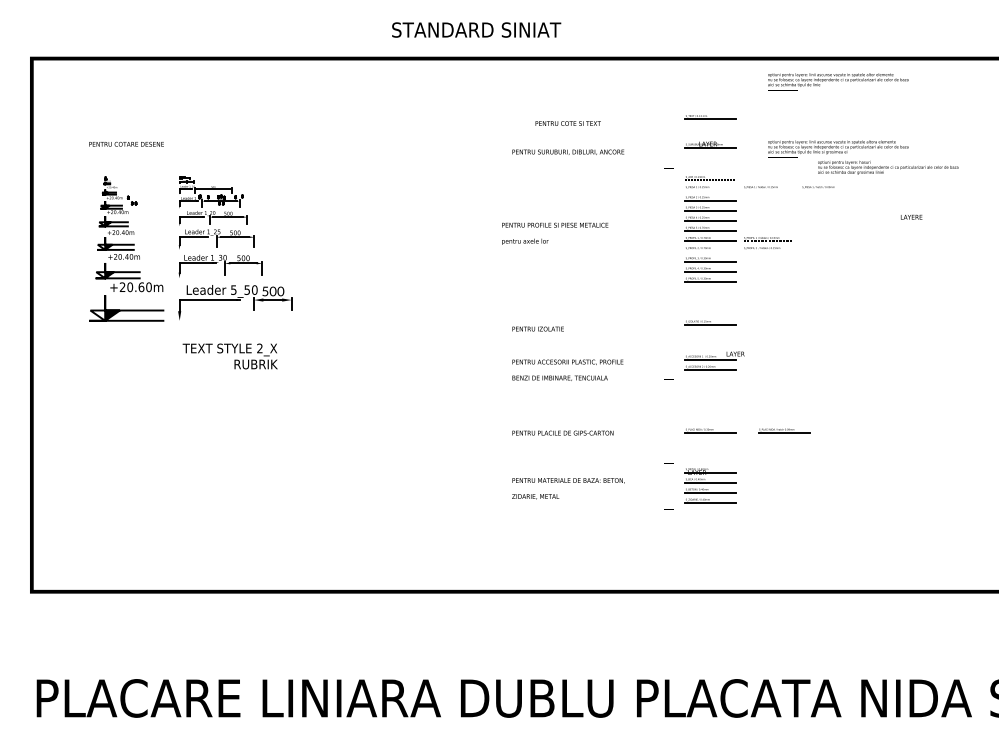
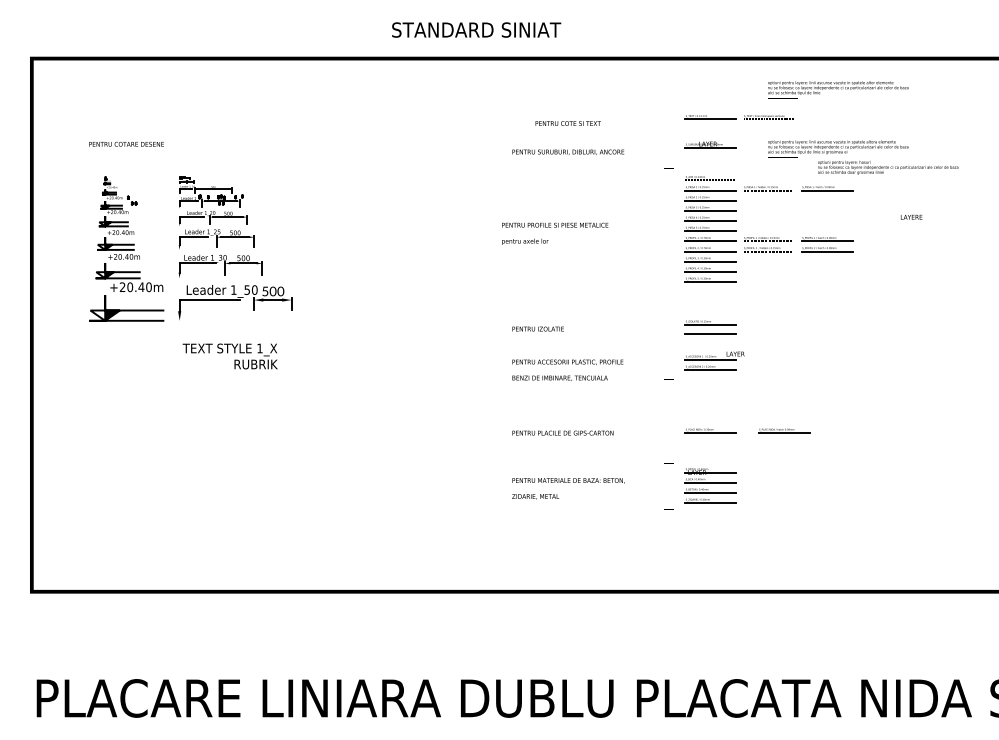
text at (838, 81) position: (838, 81) -> (838, 89)
part at (768, 117): none -> present
line at (710, 190): none -> present
line at (768, 190): none -> present
line at (826, 190): none -> present
part at (827, 244): none -> present
line at (710, 251): none -> present
line at (768, 251): none -> present
text at (141, 287): +20.60m -> +20.40m
text at (233, 289): 5_50 -> 1_50
line at (710, 334): none -> present
text at (259, 348): 2_X -> 1_X
